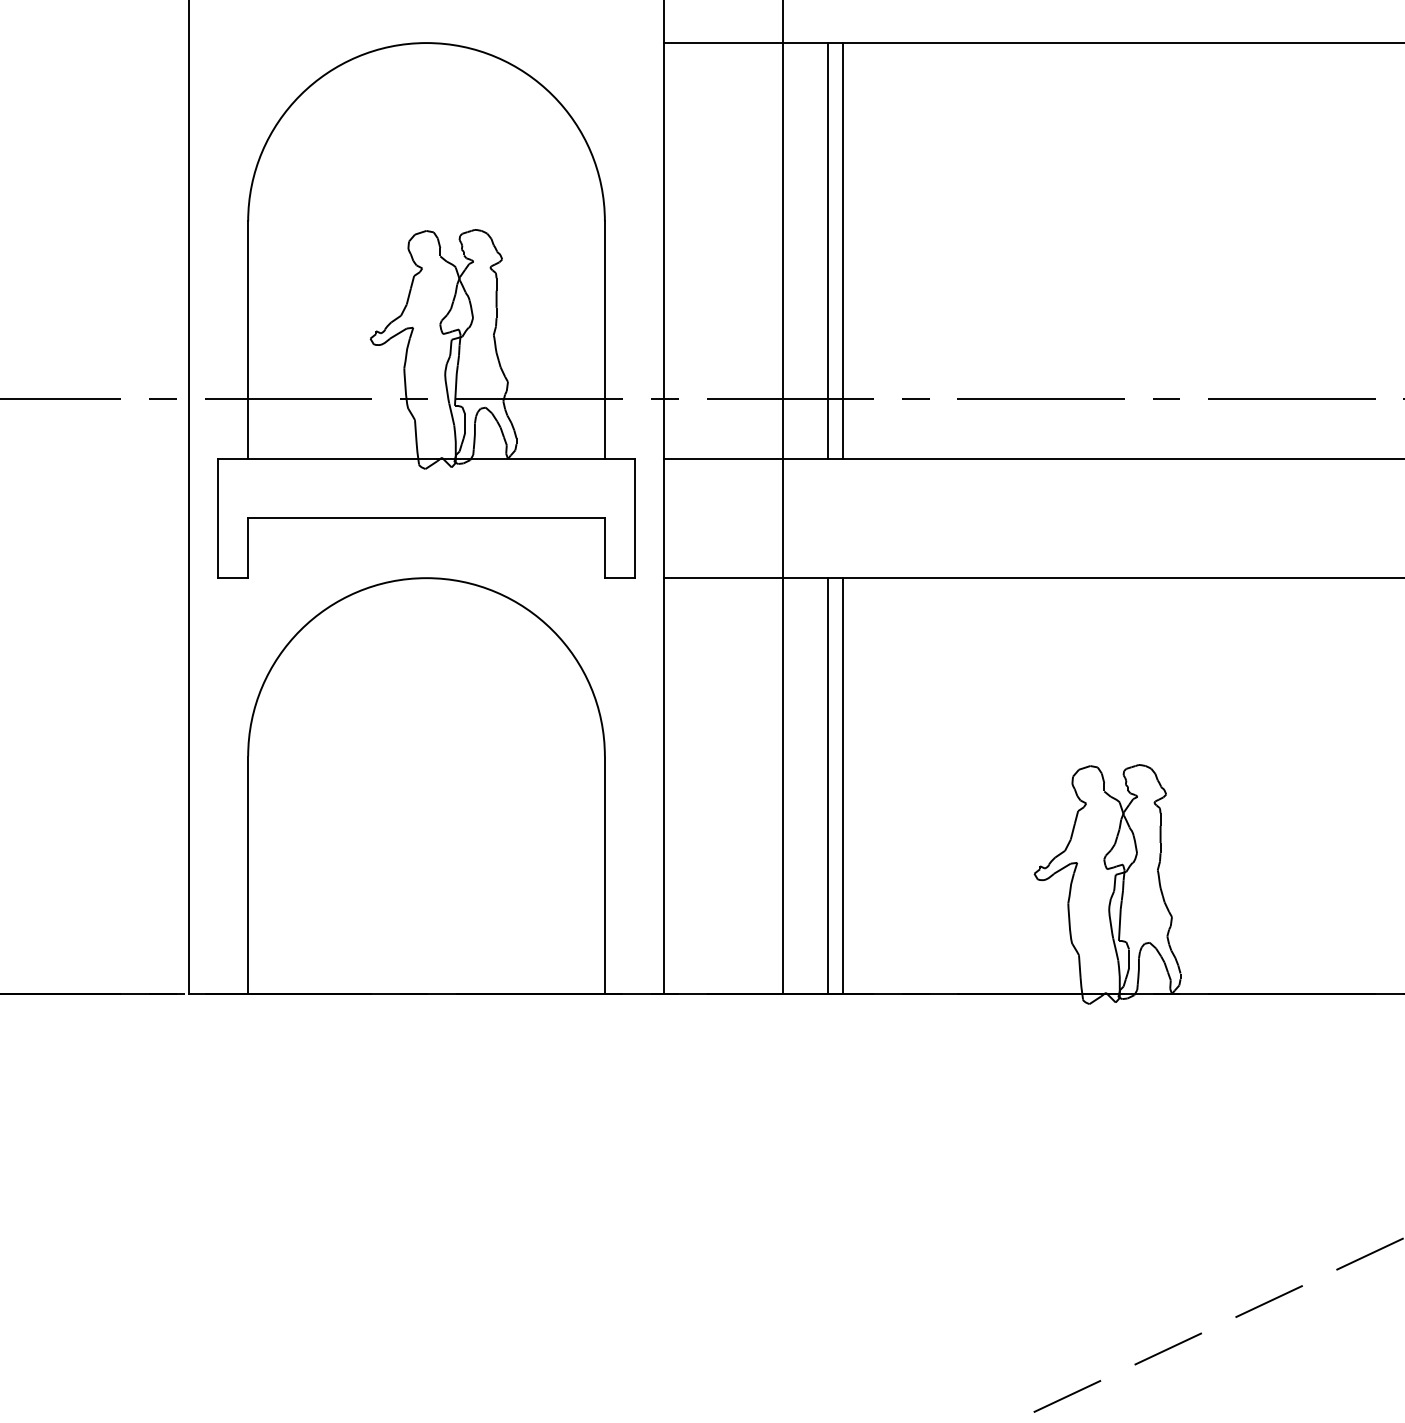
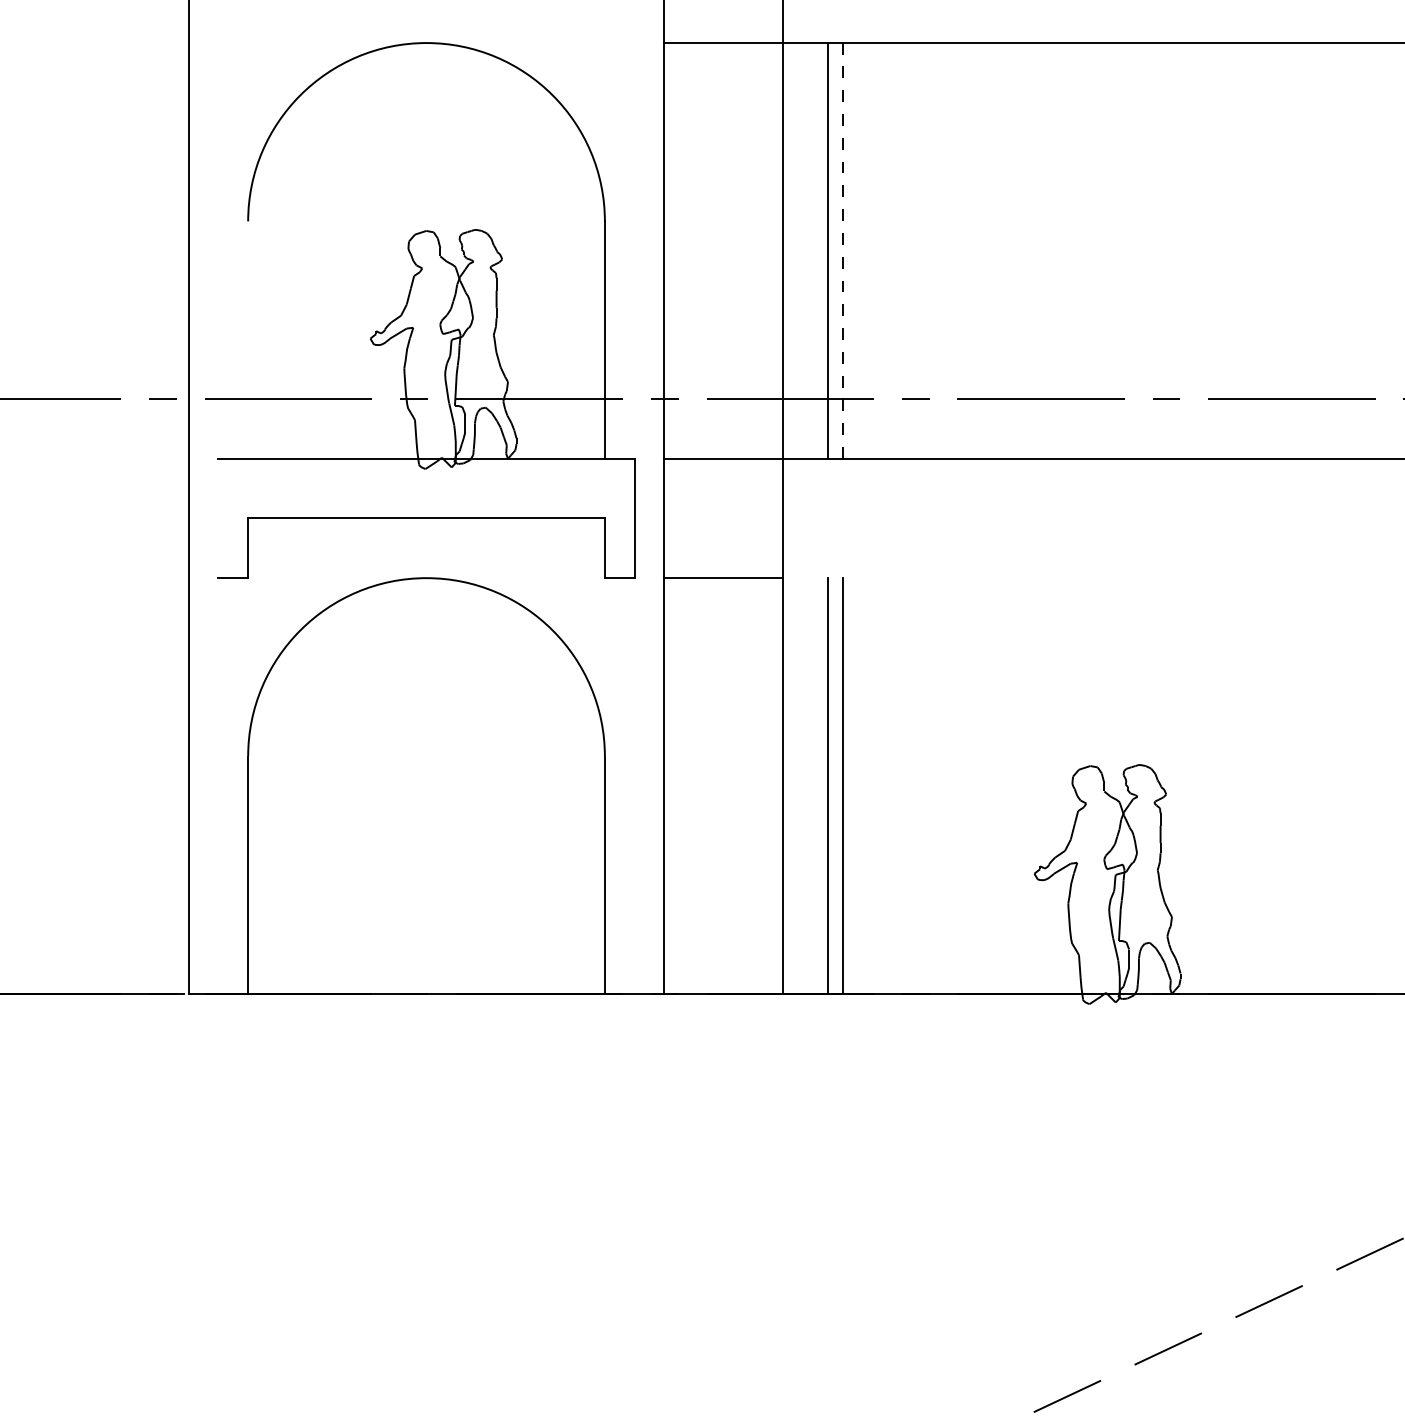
line at (842, 250): solid -> dashed
line at (248, 339): present -> none
line at (218, 517): present -> none
line at (1092, 577): present -> none
